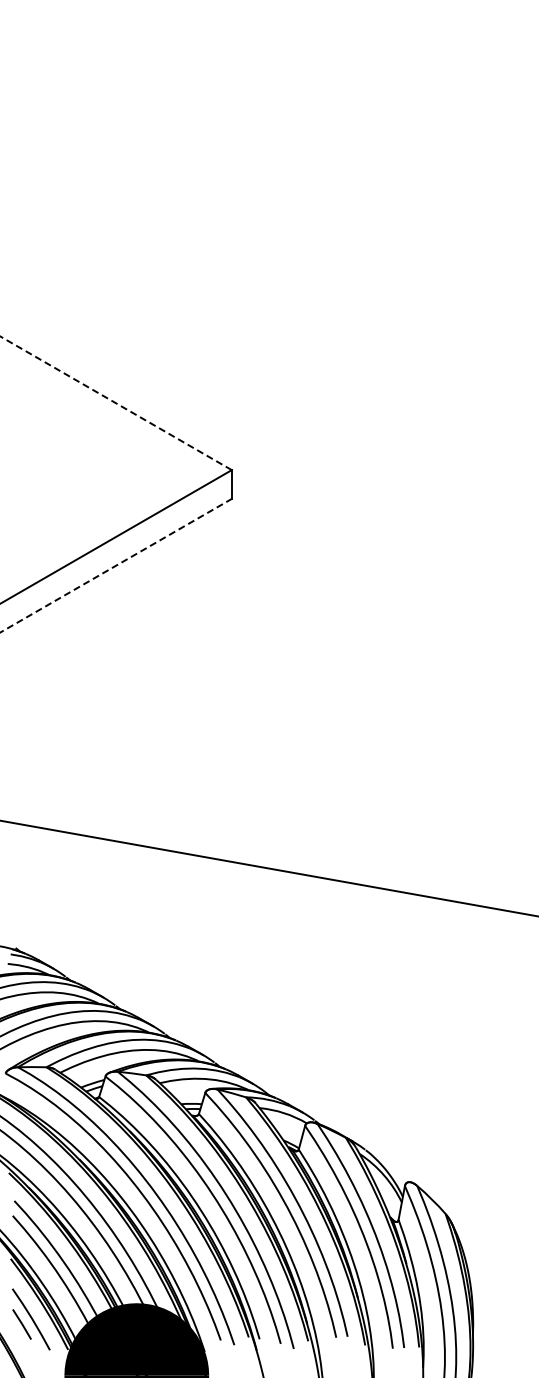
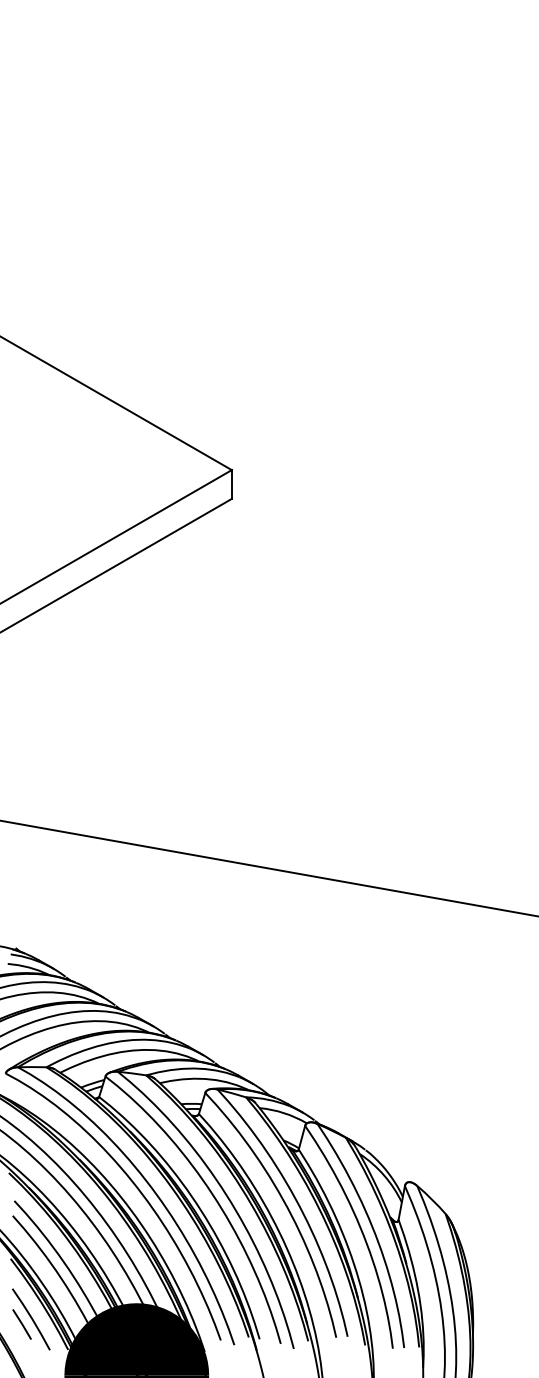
line at (115, 403): dashed -> solid
line at (116, 565): dashed -> solid
